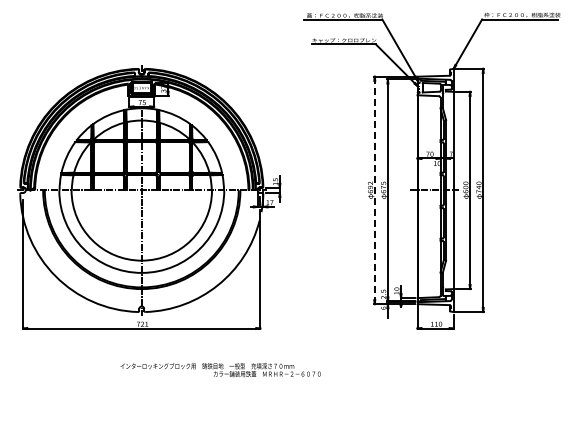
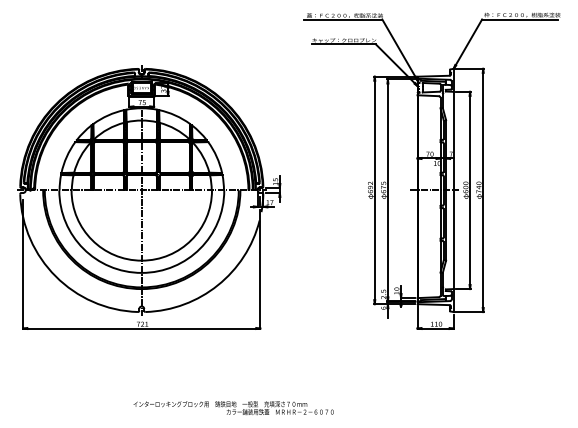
line at (374, 190): dashed -> solid
text at (220, 370) position: (220, 370) -> (233, 408)
